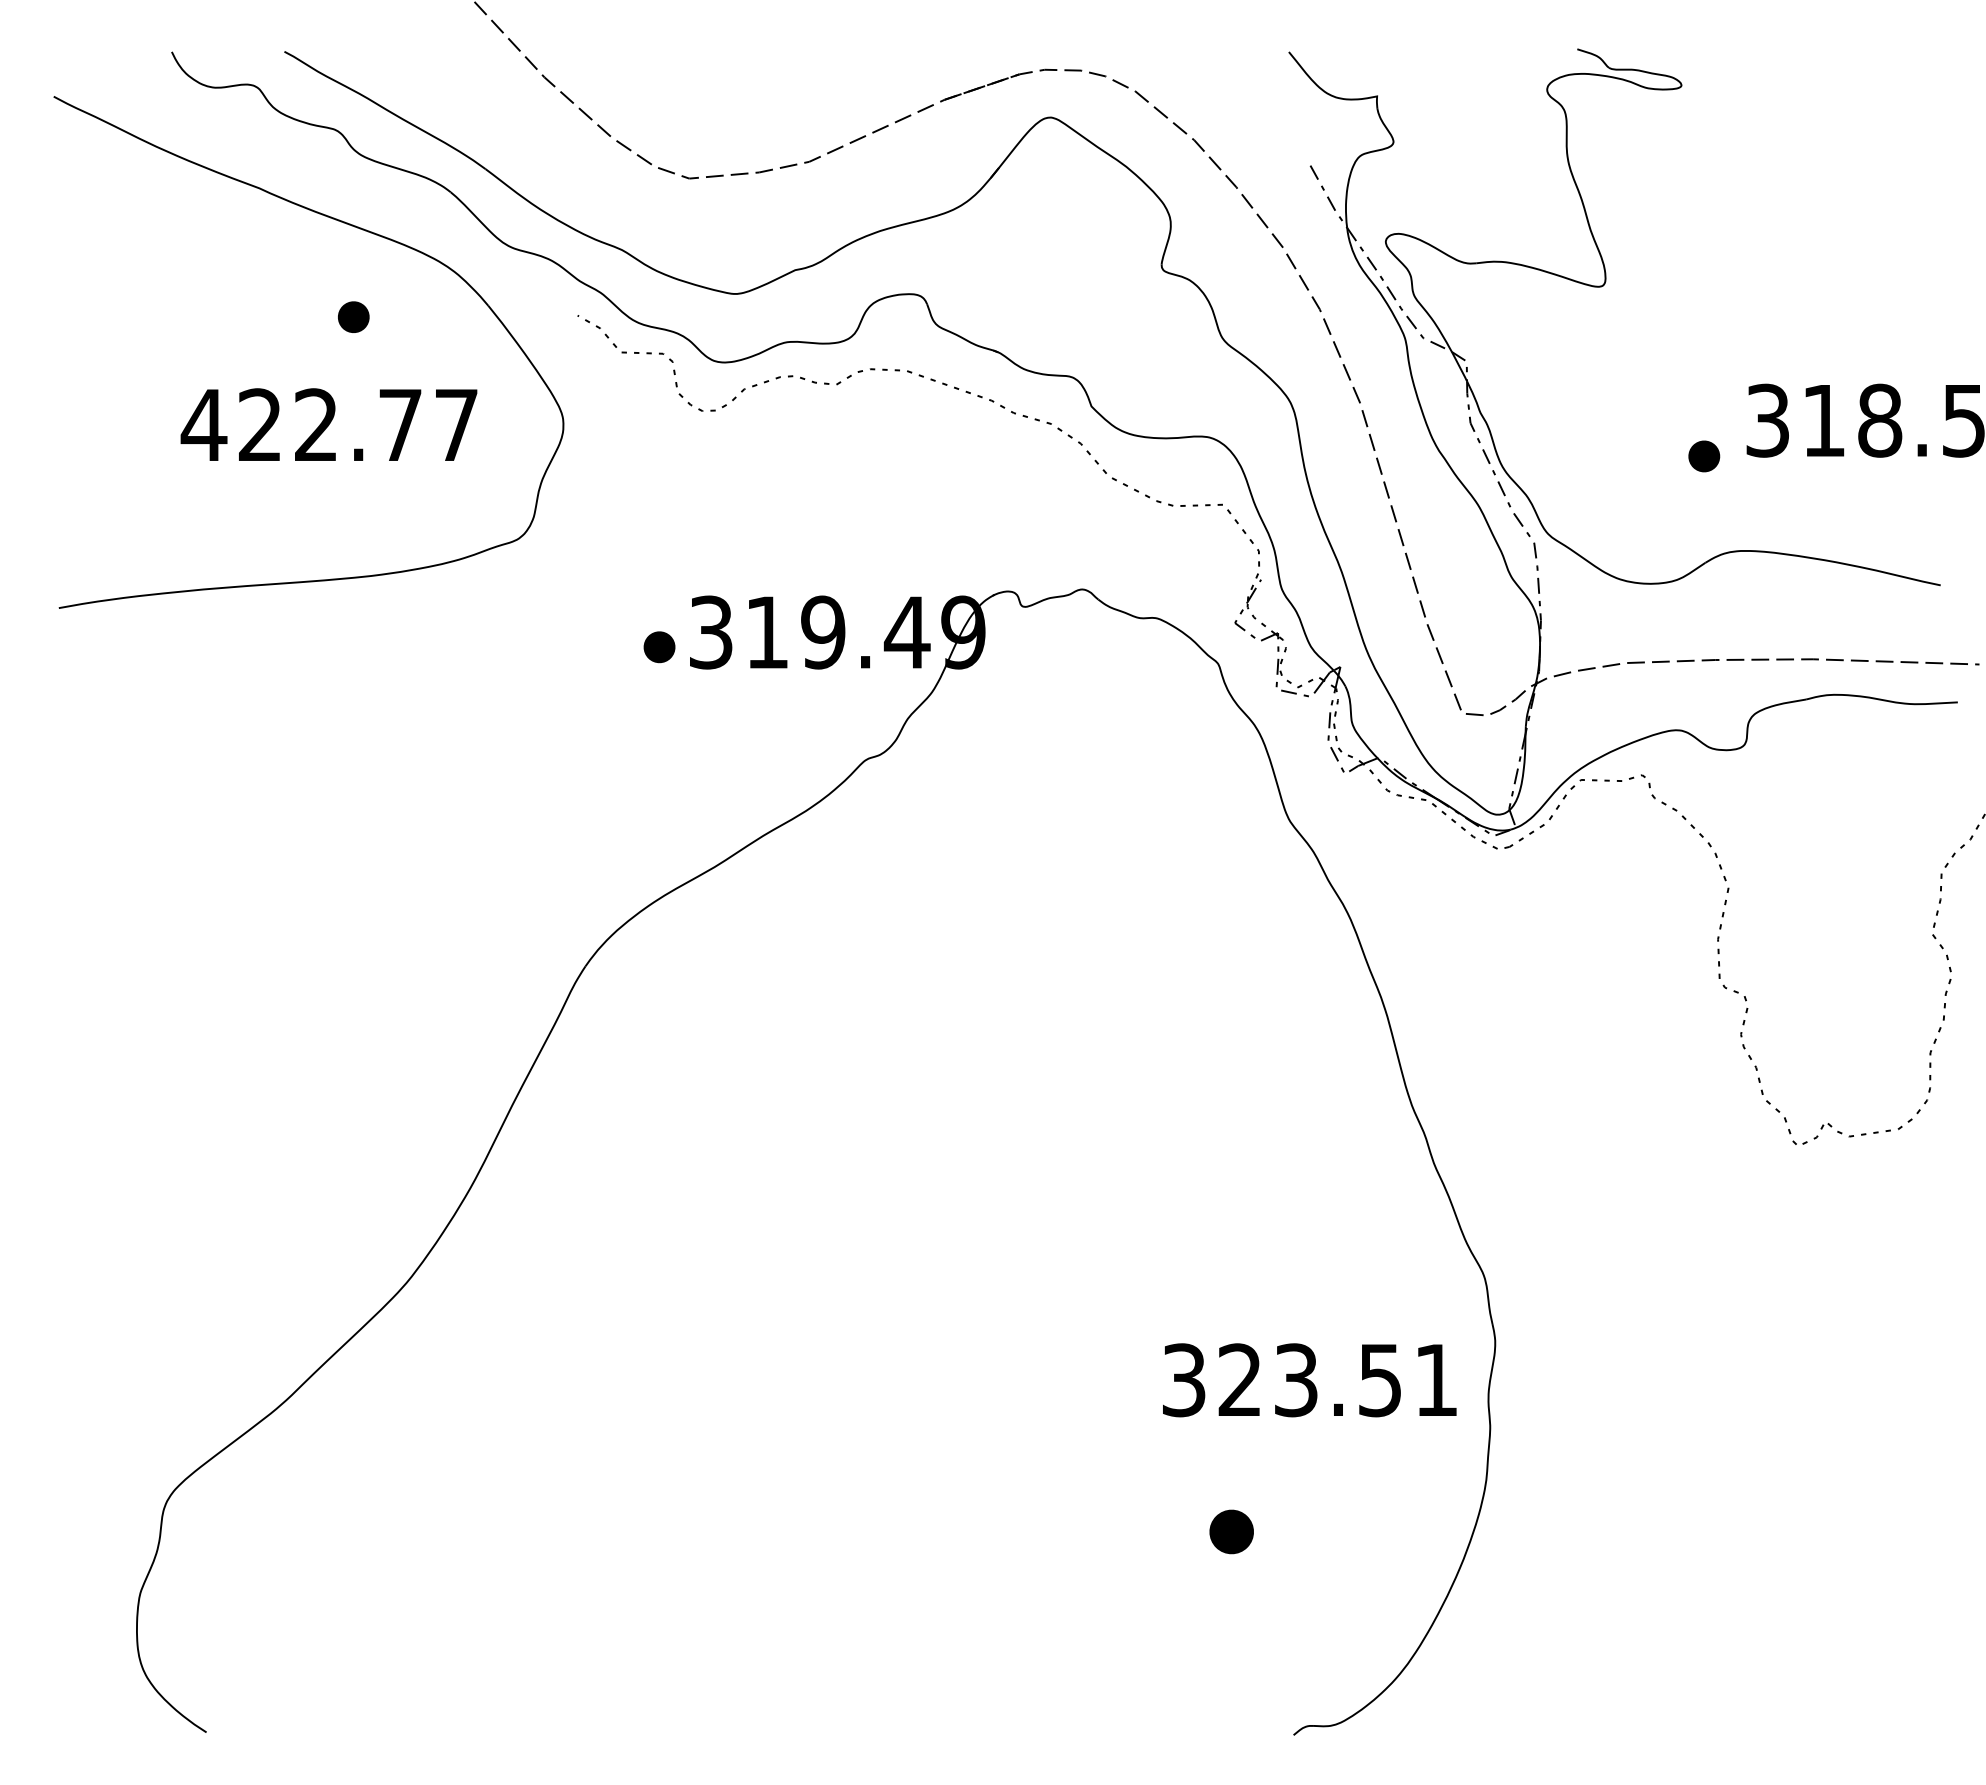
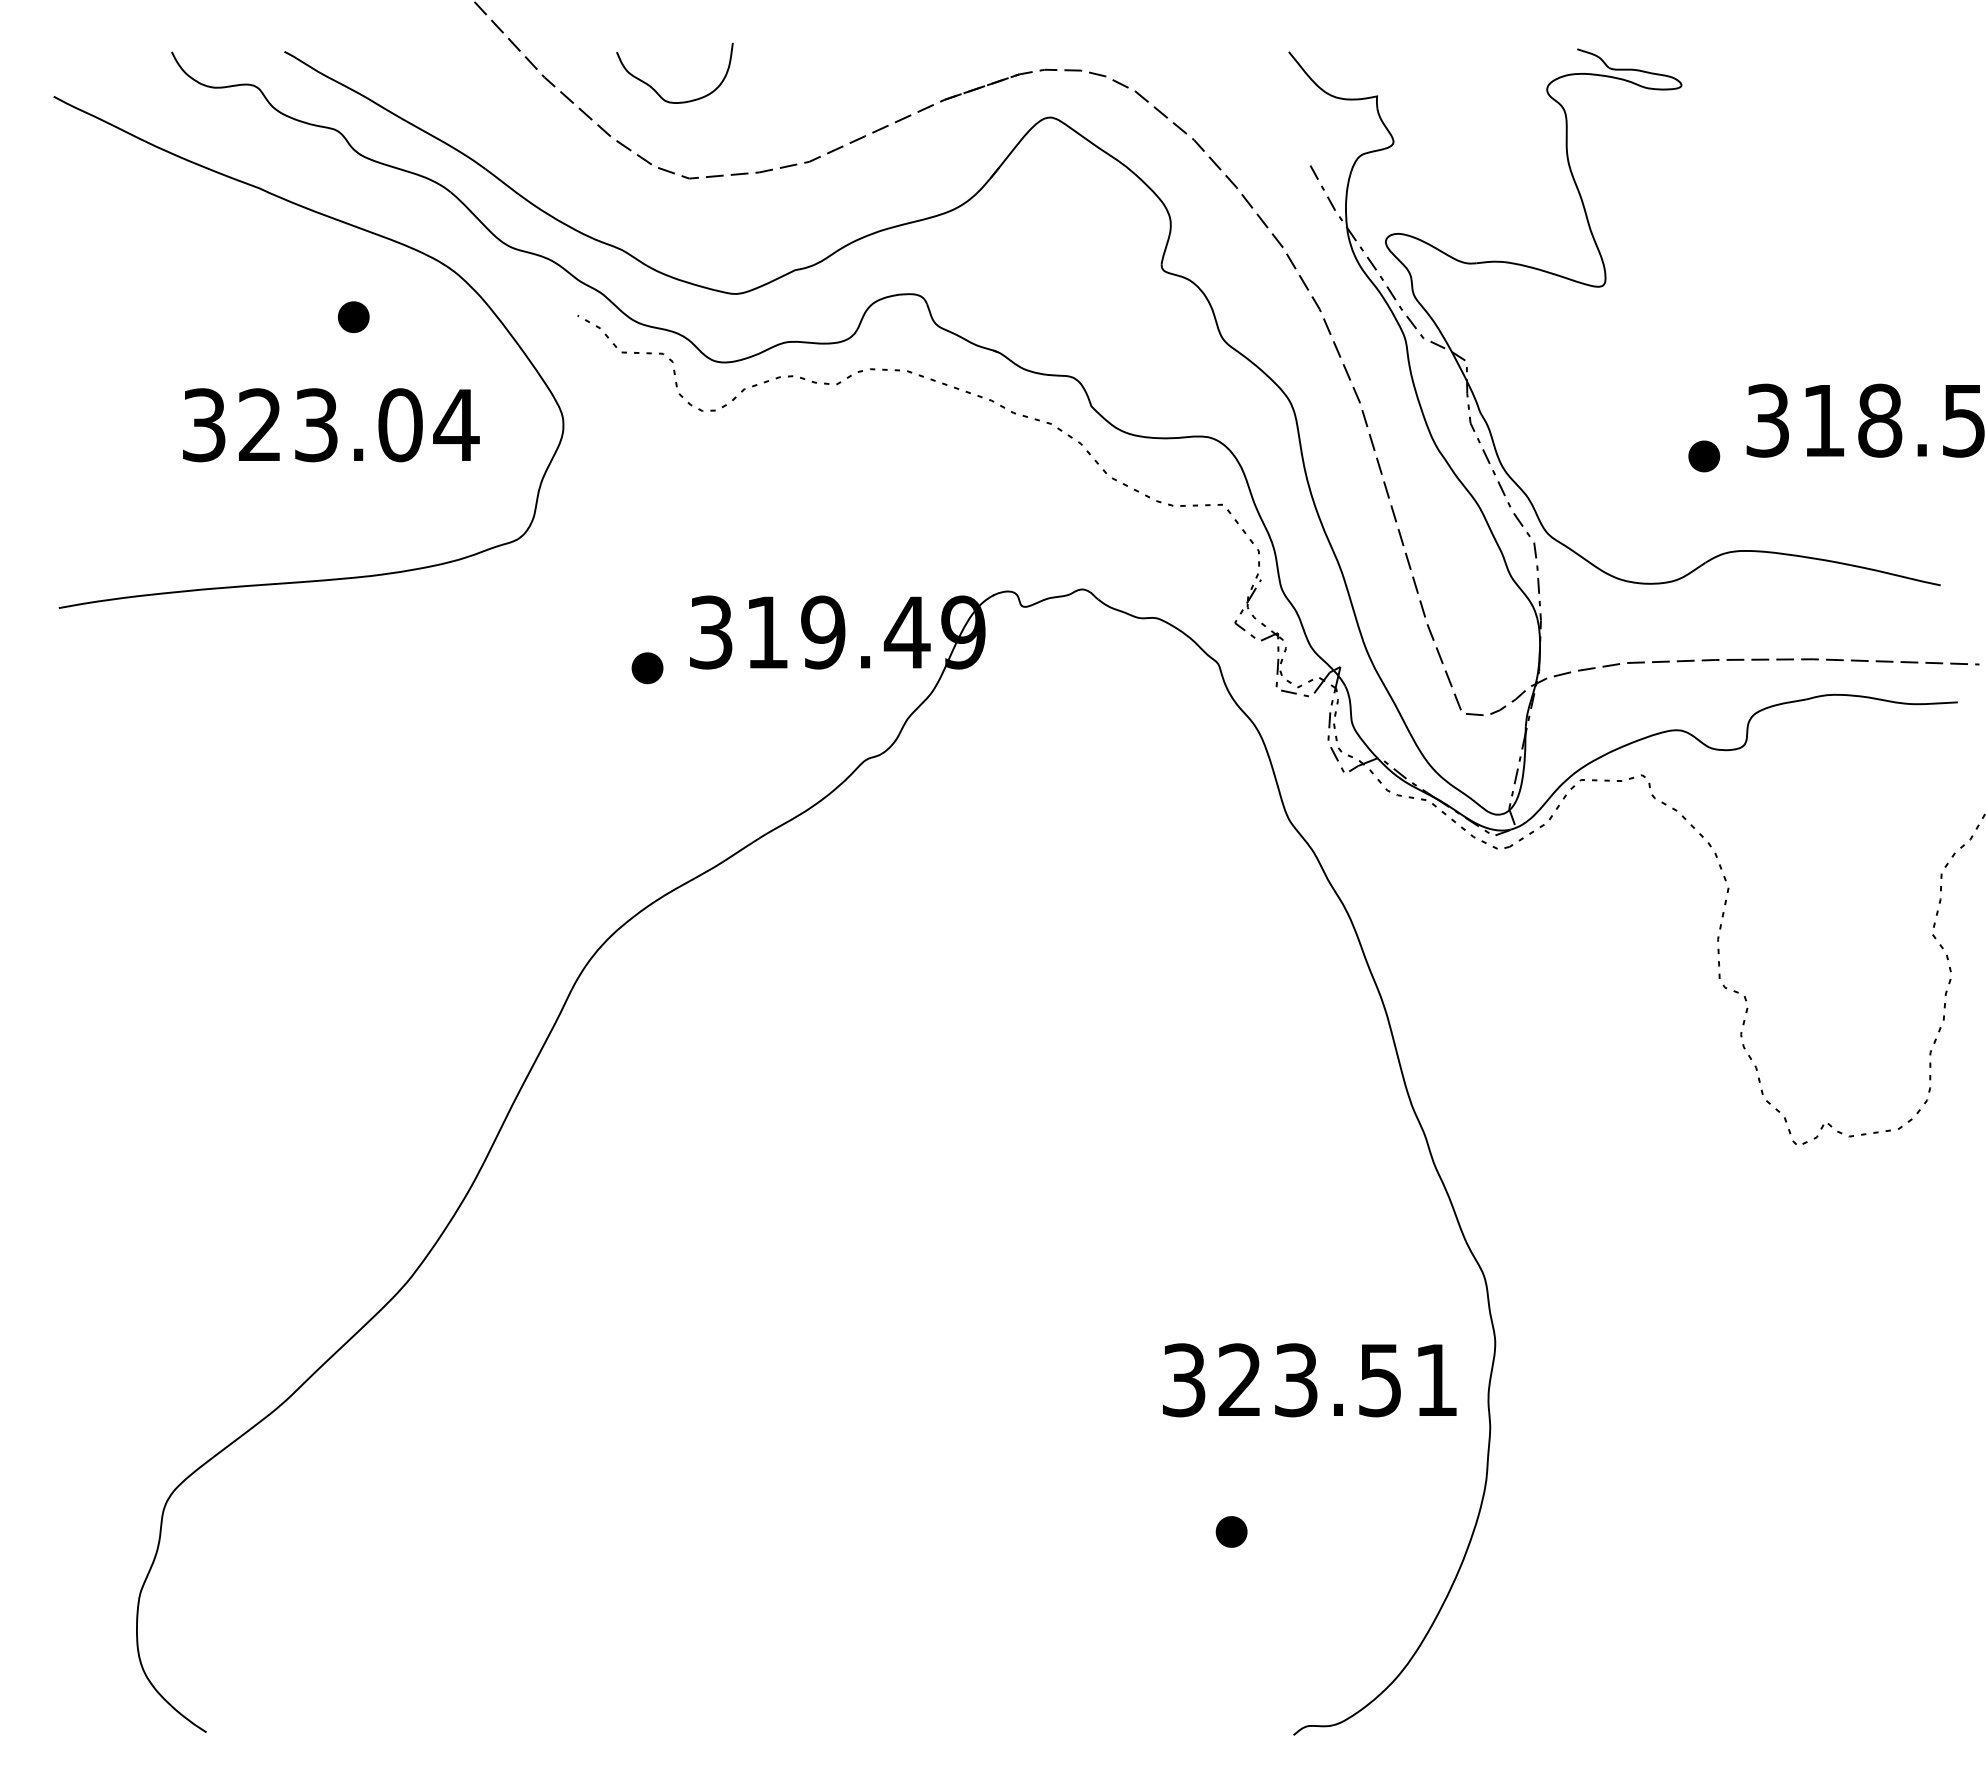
curve at (656, 90): none -> present
text at (329, 425): 422.77 -> 323.04
part at (659, 647) position: (659, 647) -> (647, 668)
part at (1231, 1531) size: 45x46 px -> 33x32 px
